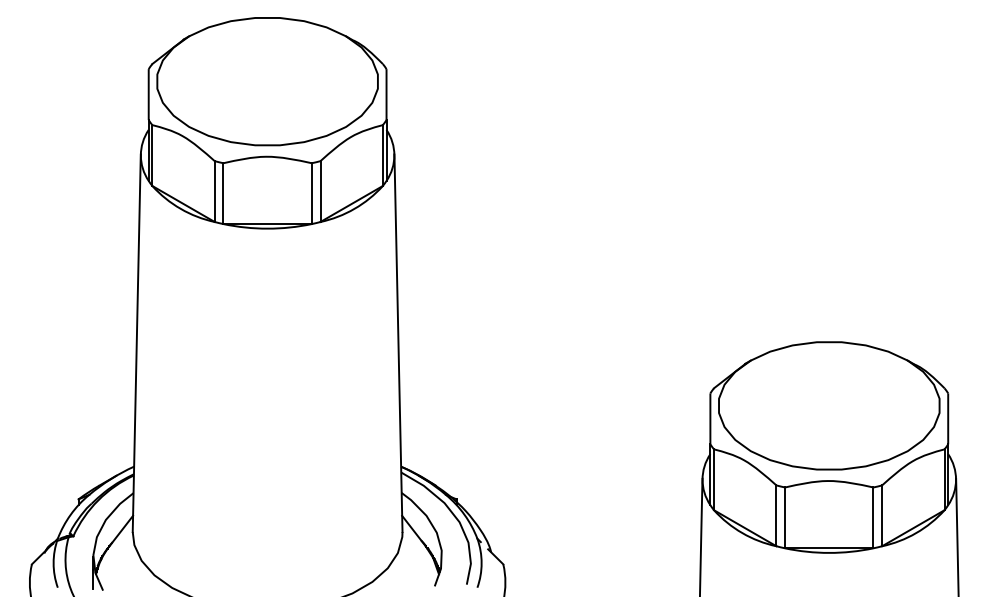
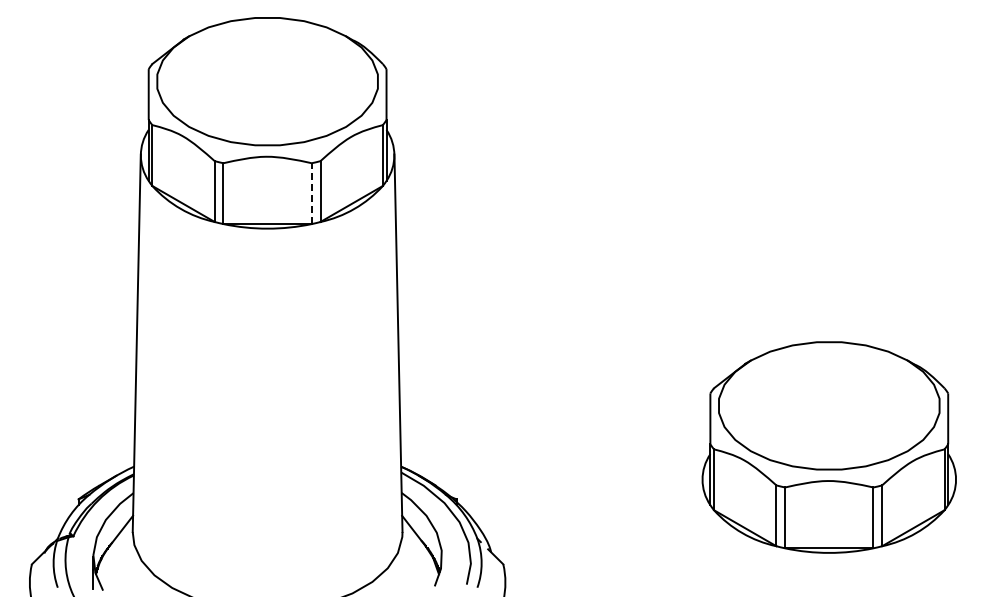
line at (311, 193): solid -> dashed
line at (701, 535): present -> none
line at (957, 535): present -> none
